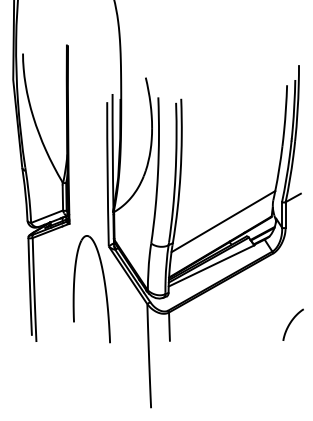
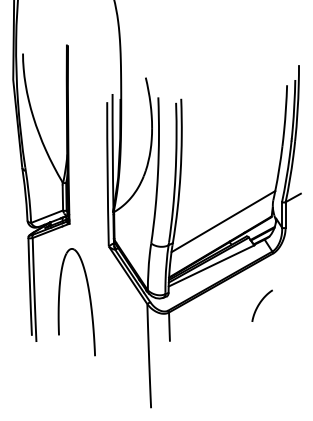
part at (104, 289) position: (104, 289) -> (89, 302)
curve at (291, 323) position: (291, 323) -> (260, 304)
